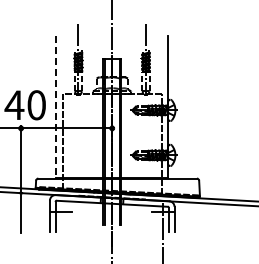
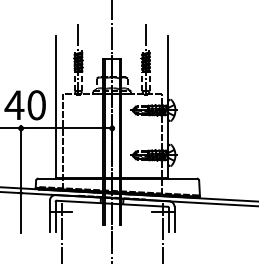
line at (55, 107): dashed -> solid
line at (61, 231): none -> present
